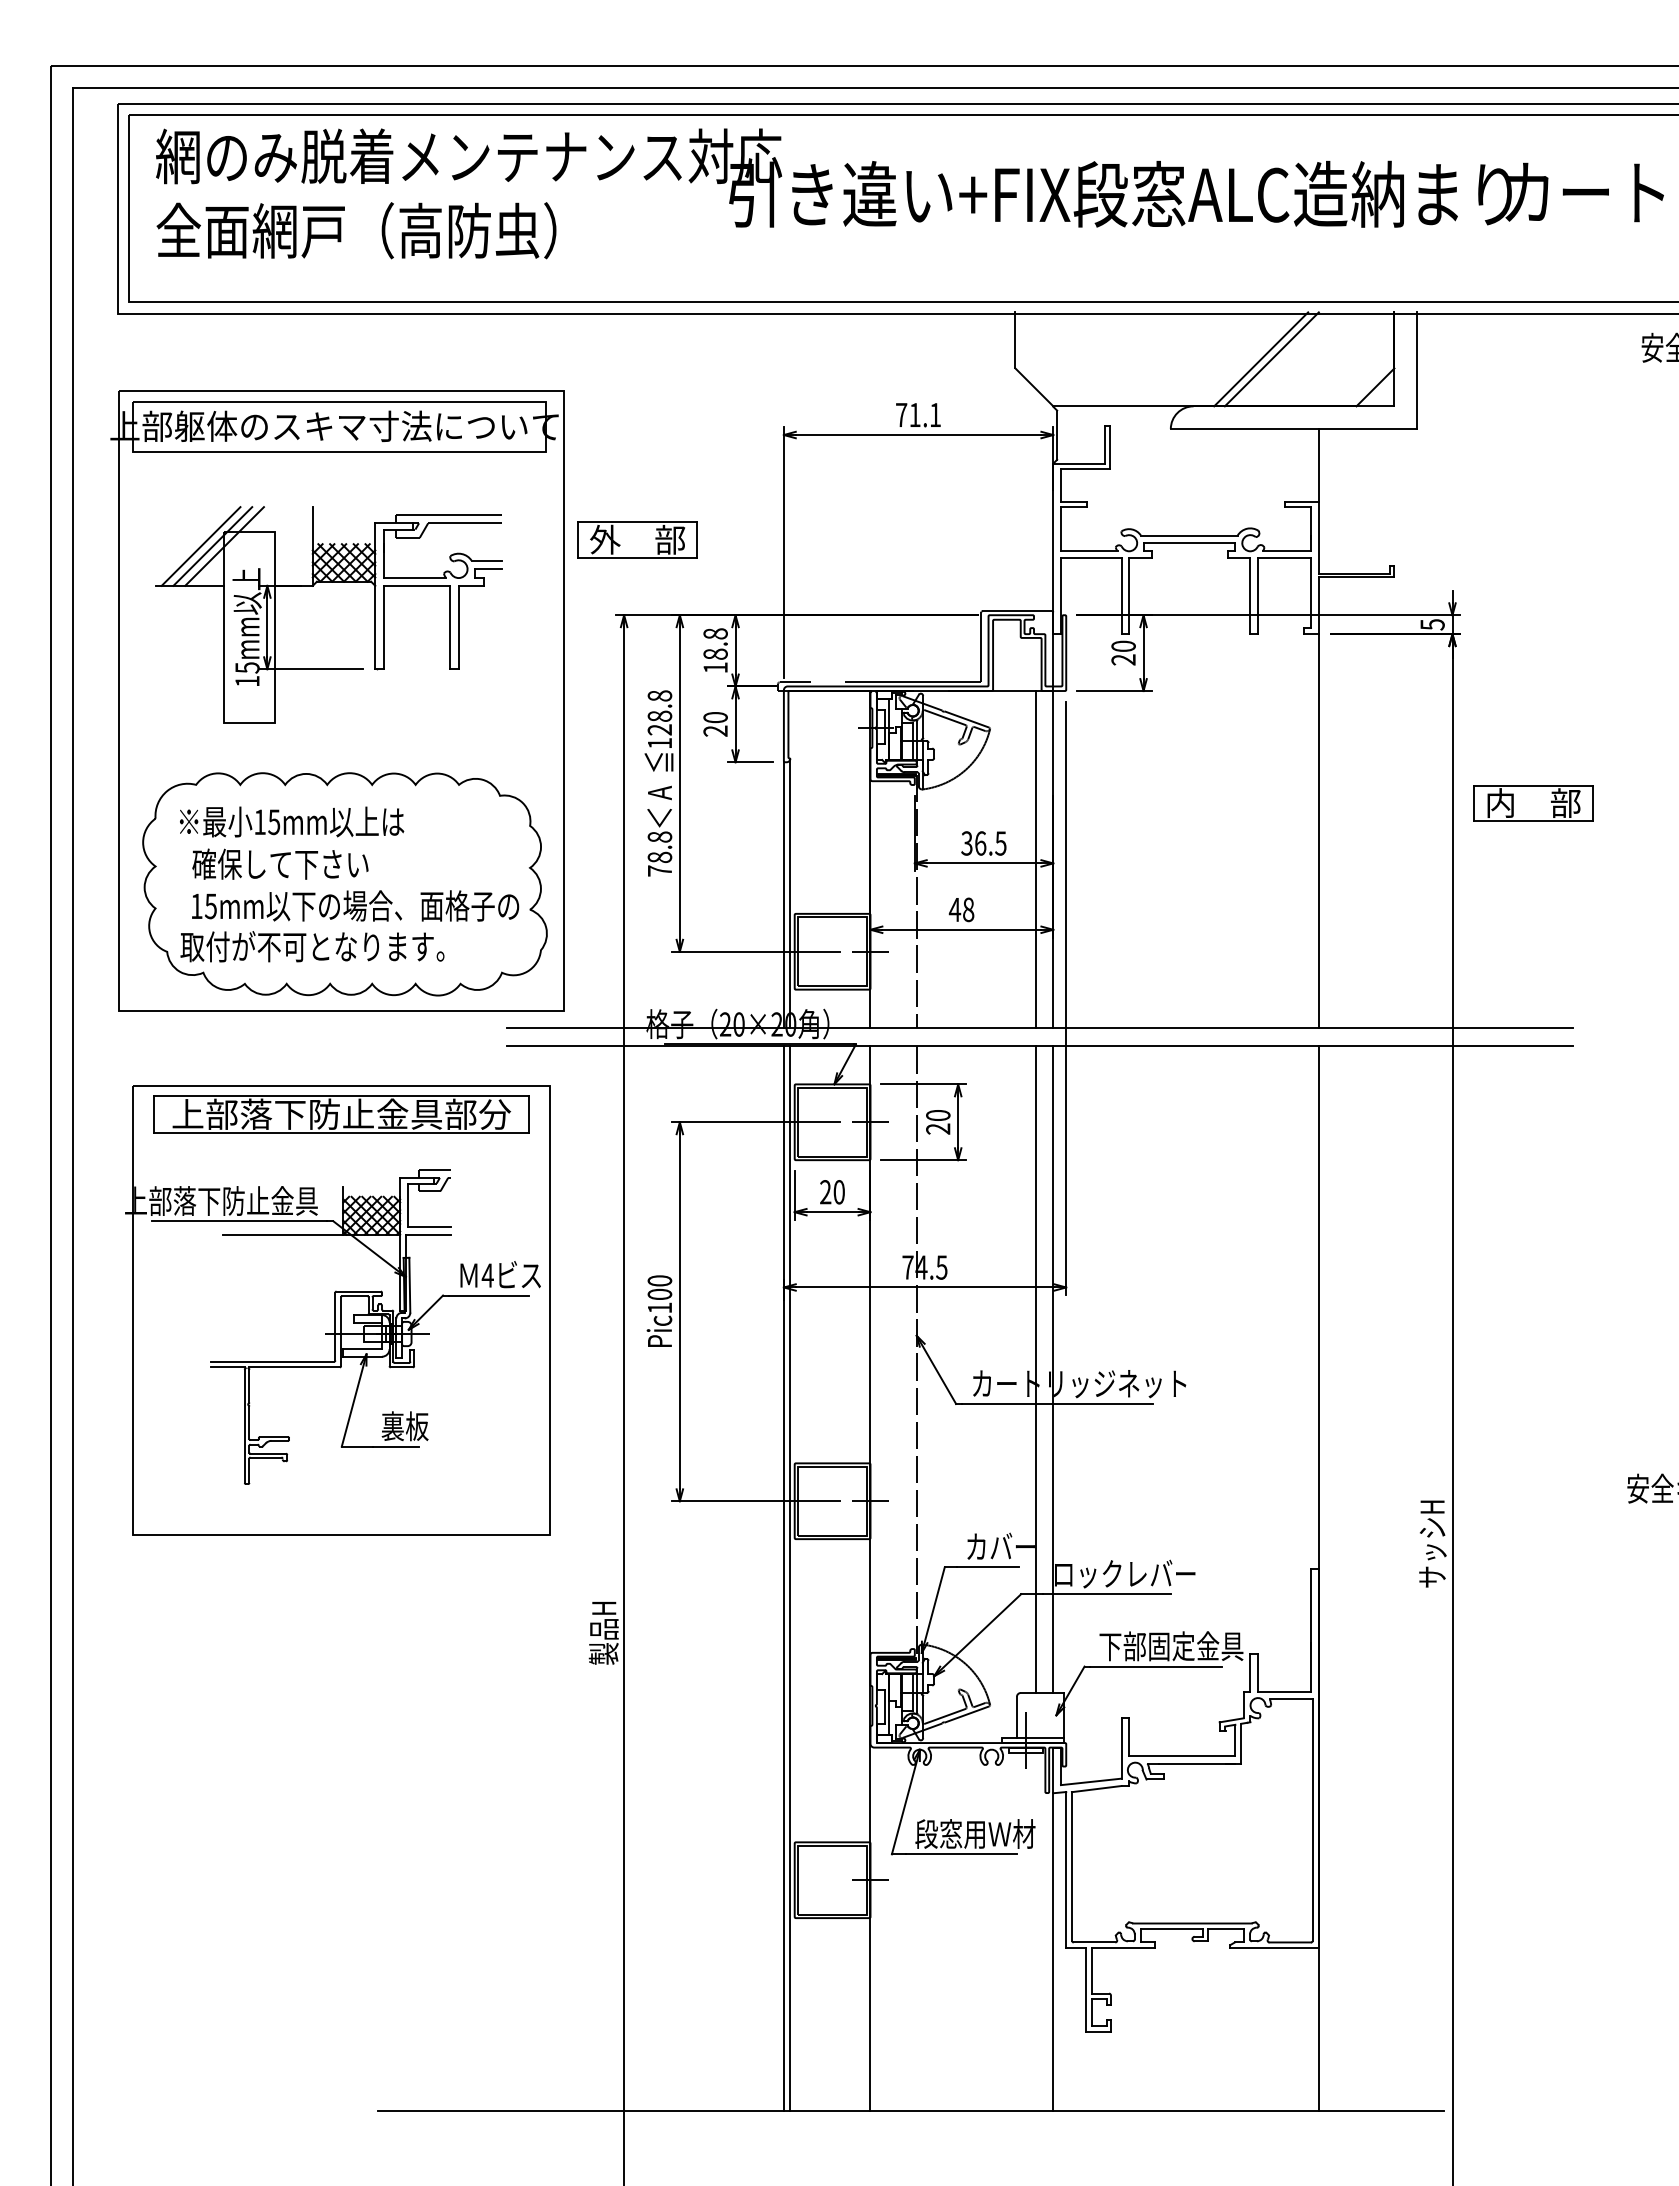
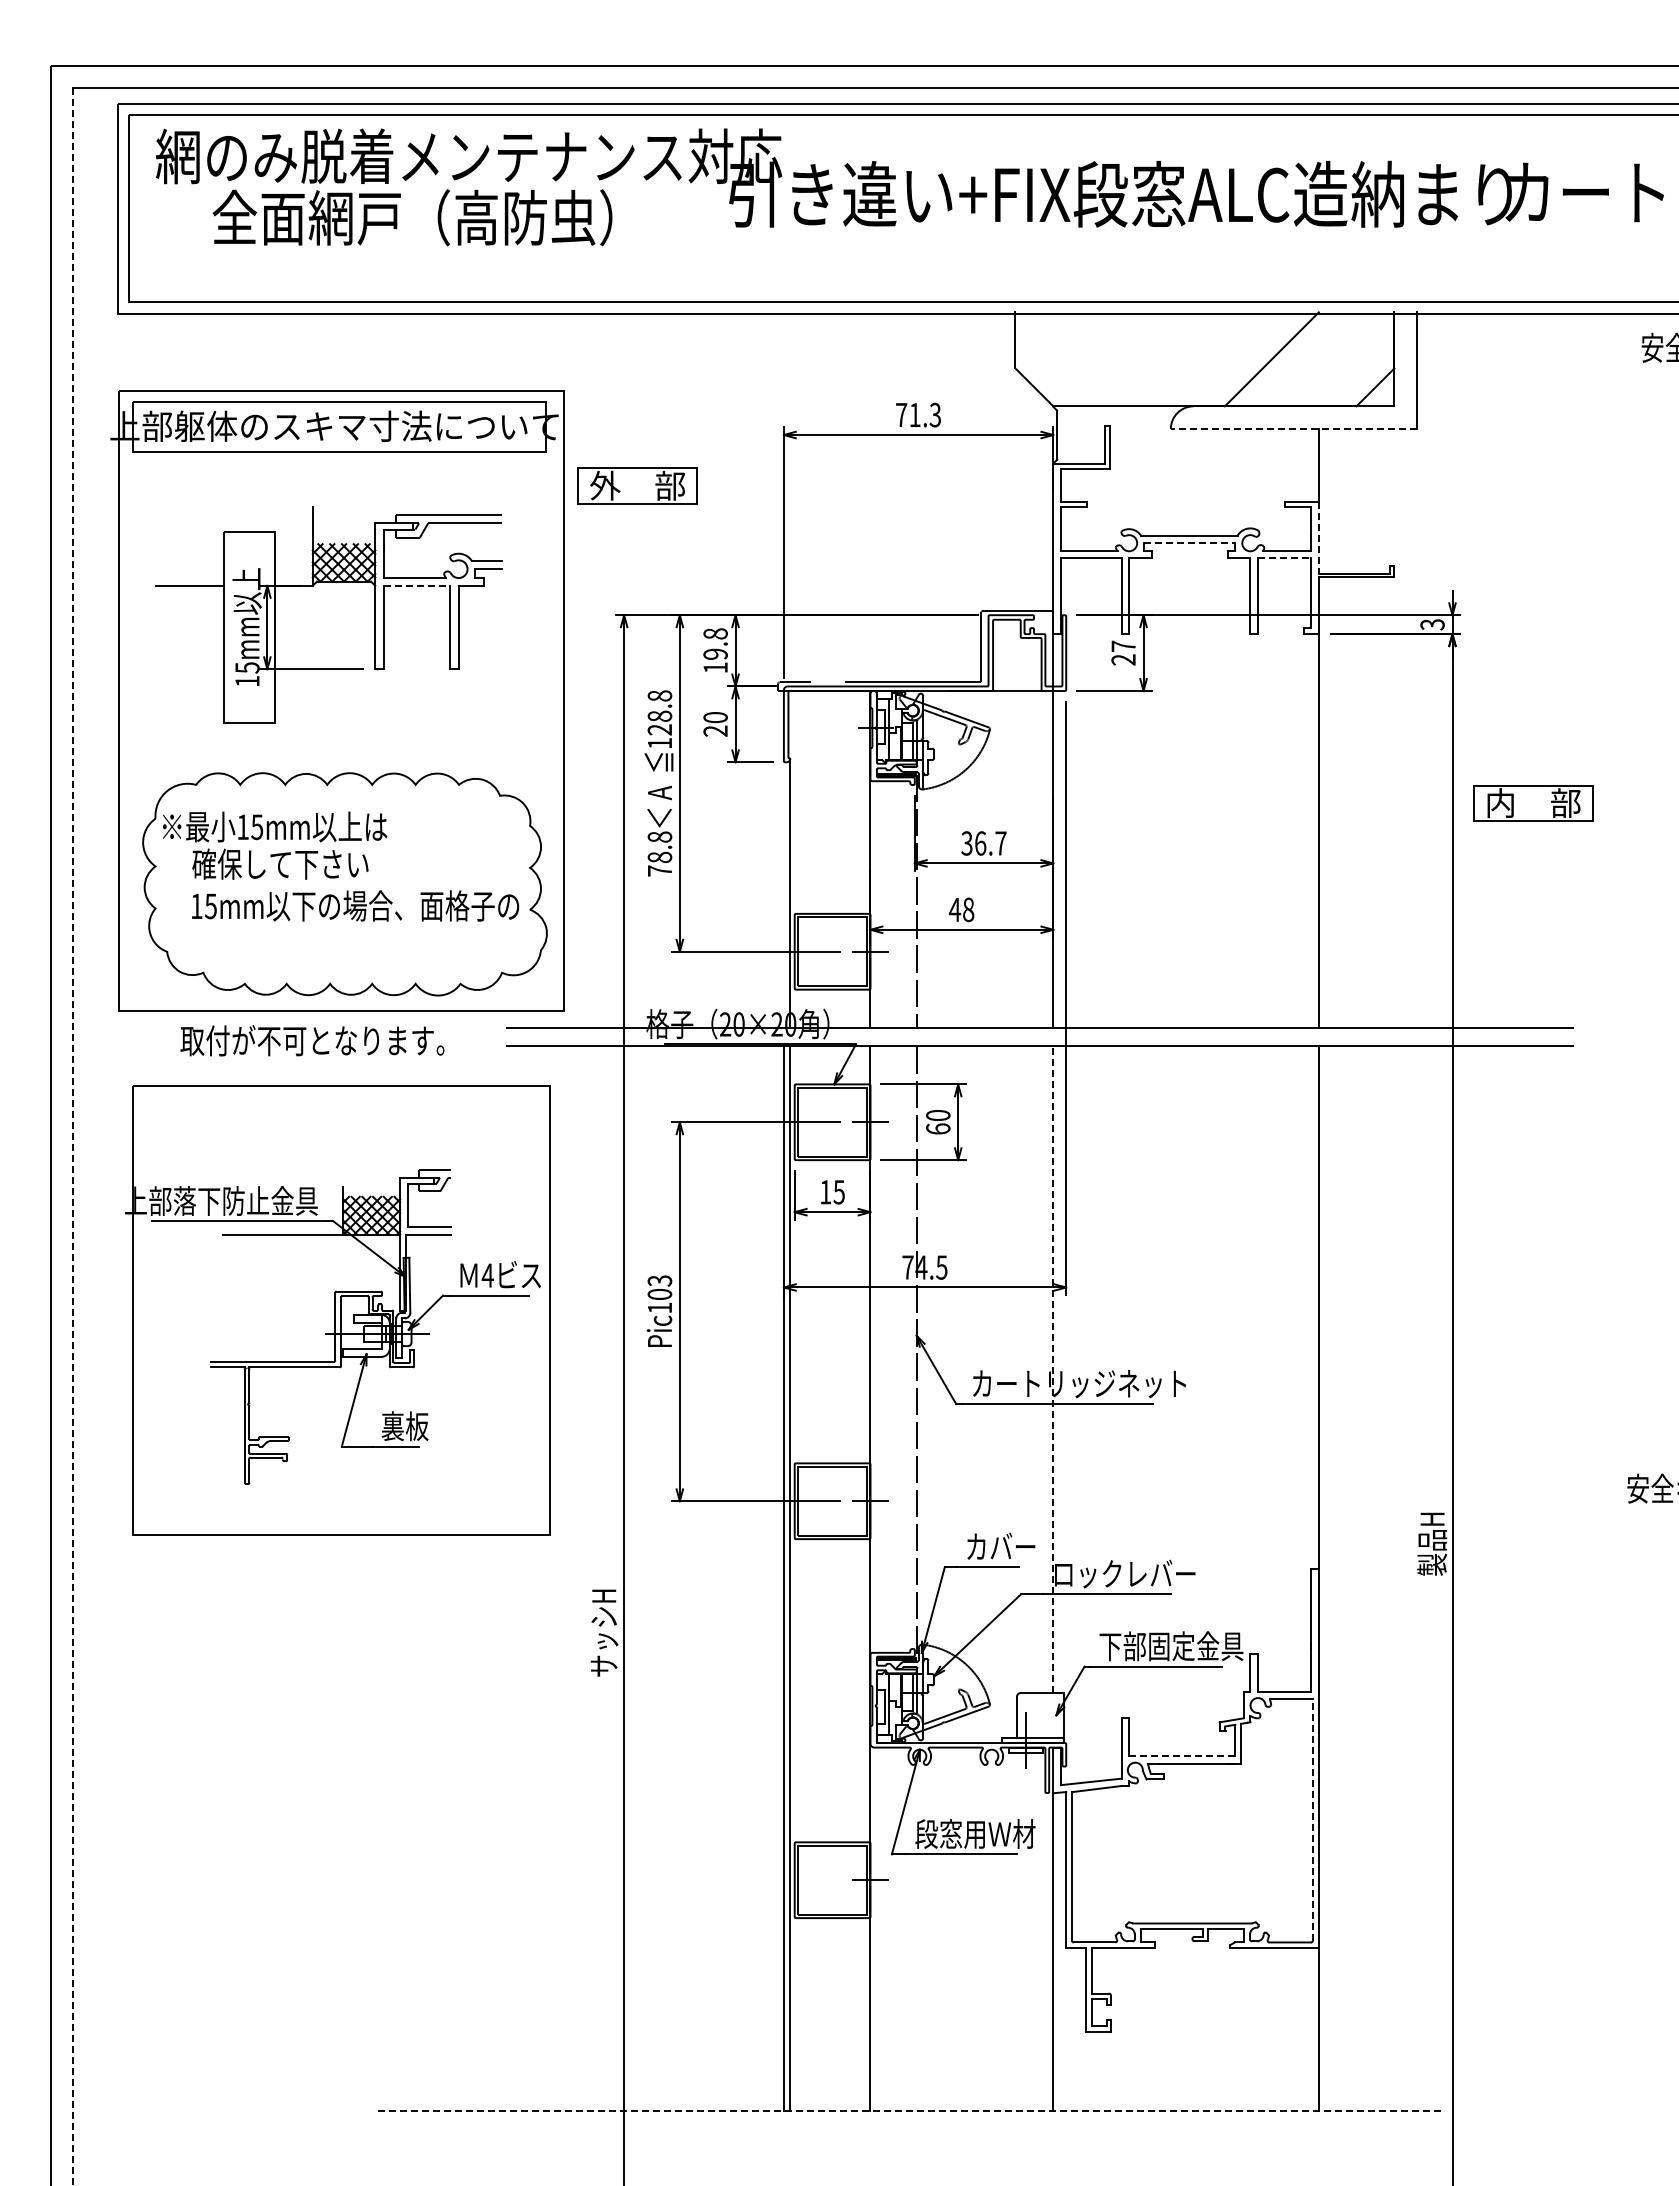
text at (356, 230) position: (356, 230) -> (412, 217)
line at (1261, 359): present -> none
text at (934, 414): 71.1 -> 71.3
line at (1293, 429): solid -> dashed
line at (1318, 538): solid -> dashed
part at (637, 539) position: (637, 539) -> (637, 485)
line at (1190, 543): solid -> dashed
line at (200, 546): present -> none
line at (212, 546): present -> none
line at (224, 546): present -> none
line at (1284, 558): solid -> dashed
line at (417, 585): solid -> dashed
text at (1432, 624): 5 -> 3
text at (1123, 645): 20 -> 27
text at (715, 653): 18.8 -> 19.8
text at (292, 821) position: (292, 821) -> (275, 826)
text at (1000, 843): 36.5 -> 36.7
line at (1035, 859): present -> none
line at (783, 894): present -> none
text at (312, 946) position: (312, 946) -> (312, 1040)
part at (341, 1114): present -> none
text at (938, 1128): 20 -> 60
line at (73, 1137): solid -> dashed
text at (832, 1192): 20 -> 15
text at (659, 1280): Pic100 -> Pic103
line at (1035, 1369): present -> none
line at (1053, 1369): solid -> dashed
text at (1432, 1543): サッシH -> 製品H
text at (603, 1632): 製品H -> サッシH
line at (1182, 1756): solid -> dashed
line at (1312, 1820): solid -> dashed
line at (910, 2110): solid -> dashed
